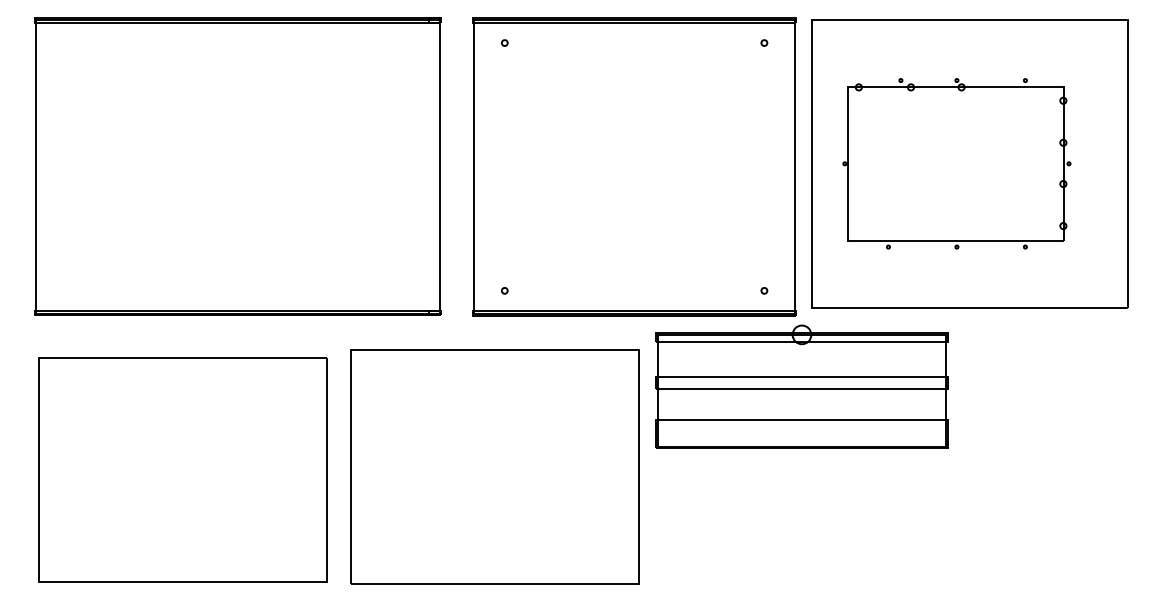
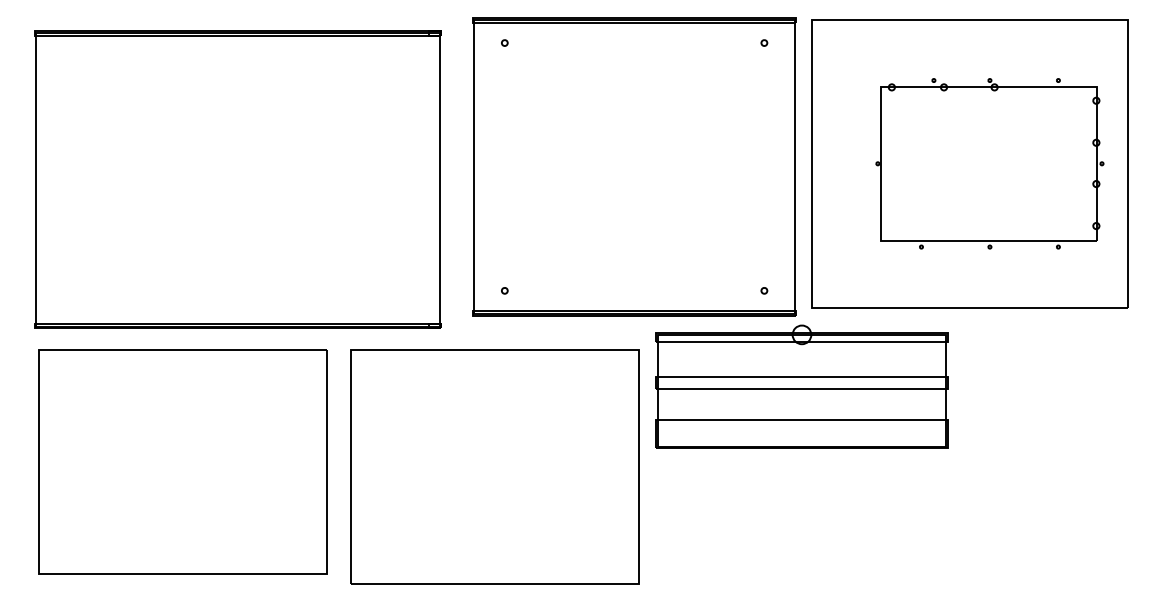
part at (956, 163) position: (956, 163) -> (989, 163)
part at (237, 166) position: (237, 166) -> (237, 179)
part at (182, 469) position: (182, 469) -> (182, 461)
